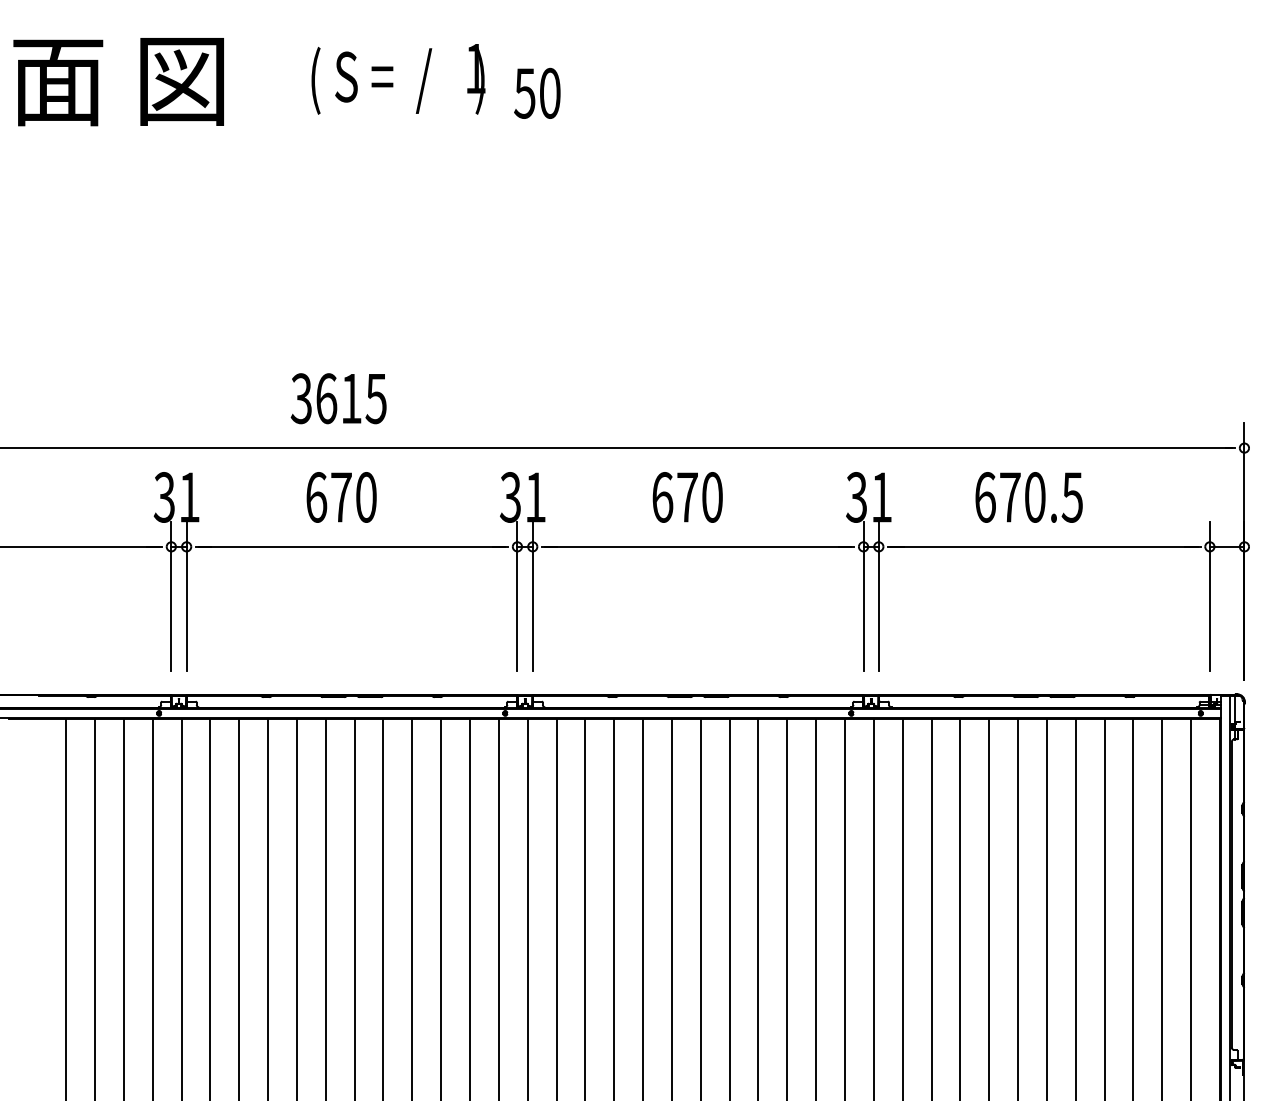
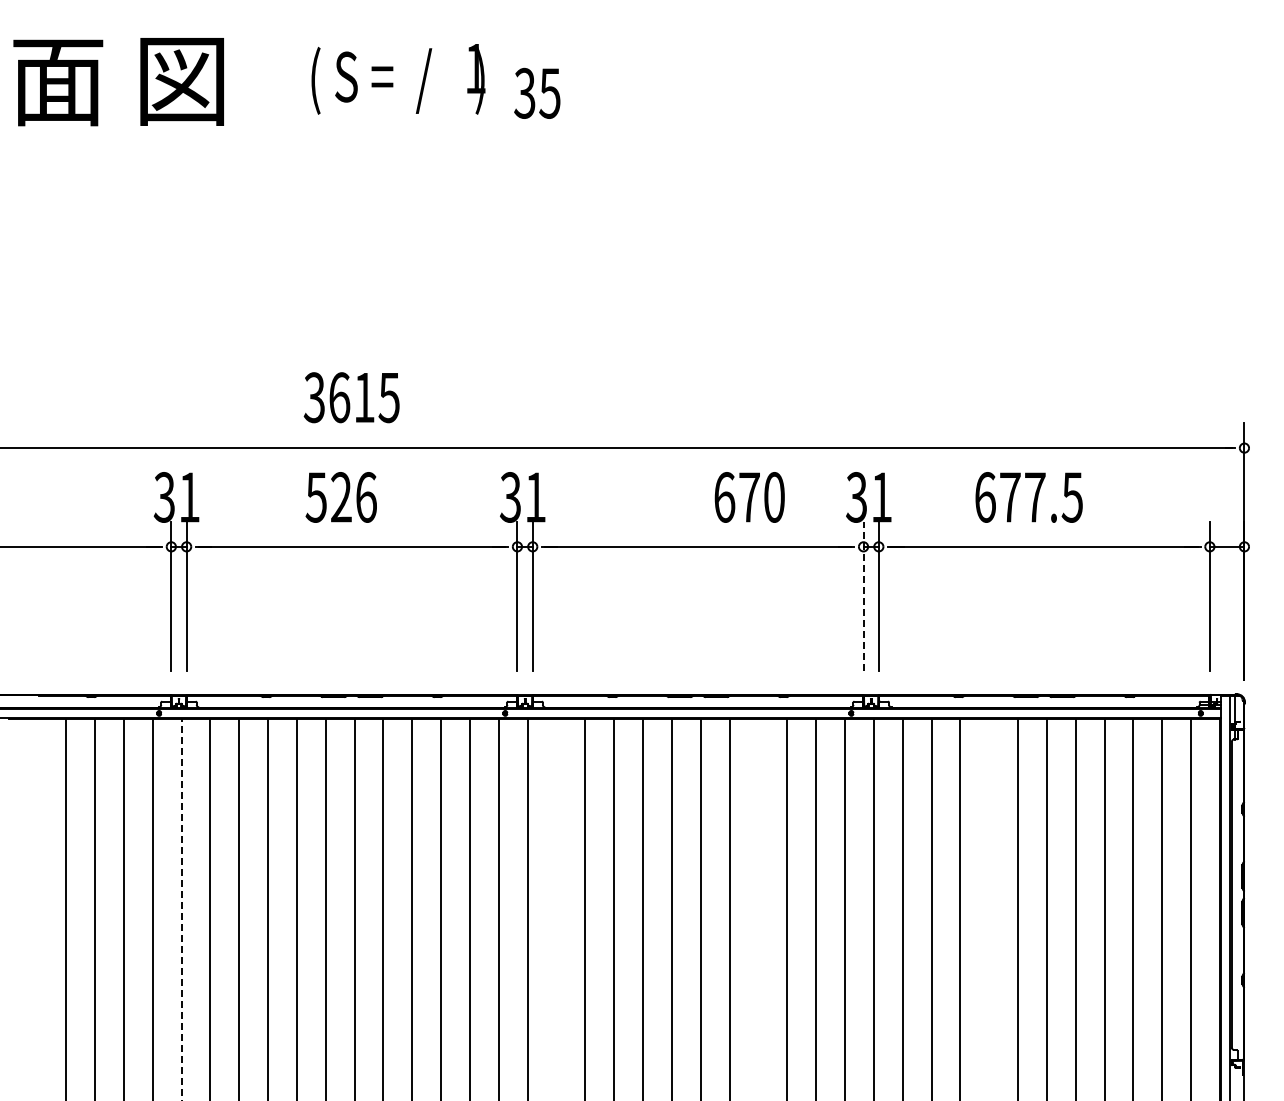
text at (537, 92): 50 -> 35
text at (338, 398) position: (338, 398) -> (351, 397)
text at (340, 497): 670 -> 526
text at (687, 497) position: (687, 497) -> (749, 497)
text at (1035, 497): 670.5 -> 677.5
line at (863, 596): solid -> dashed
line at (556, 907): present -> none
line at (758, 907): present -> none
line at (989, 907): present -> none
line at (181, 909): solid -> dashed
